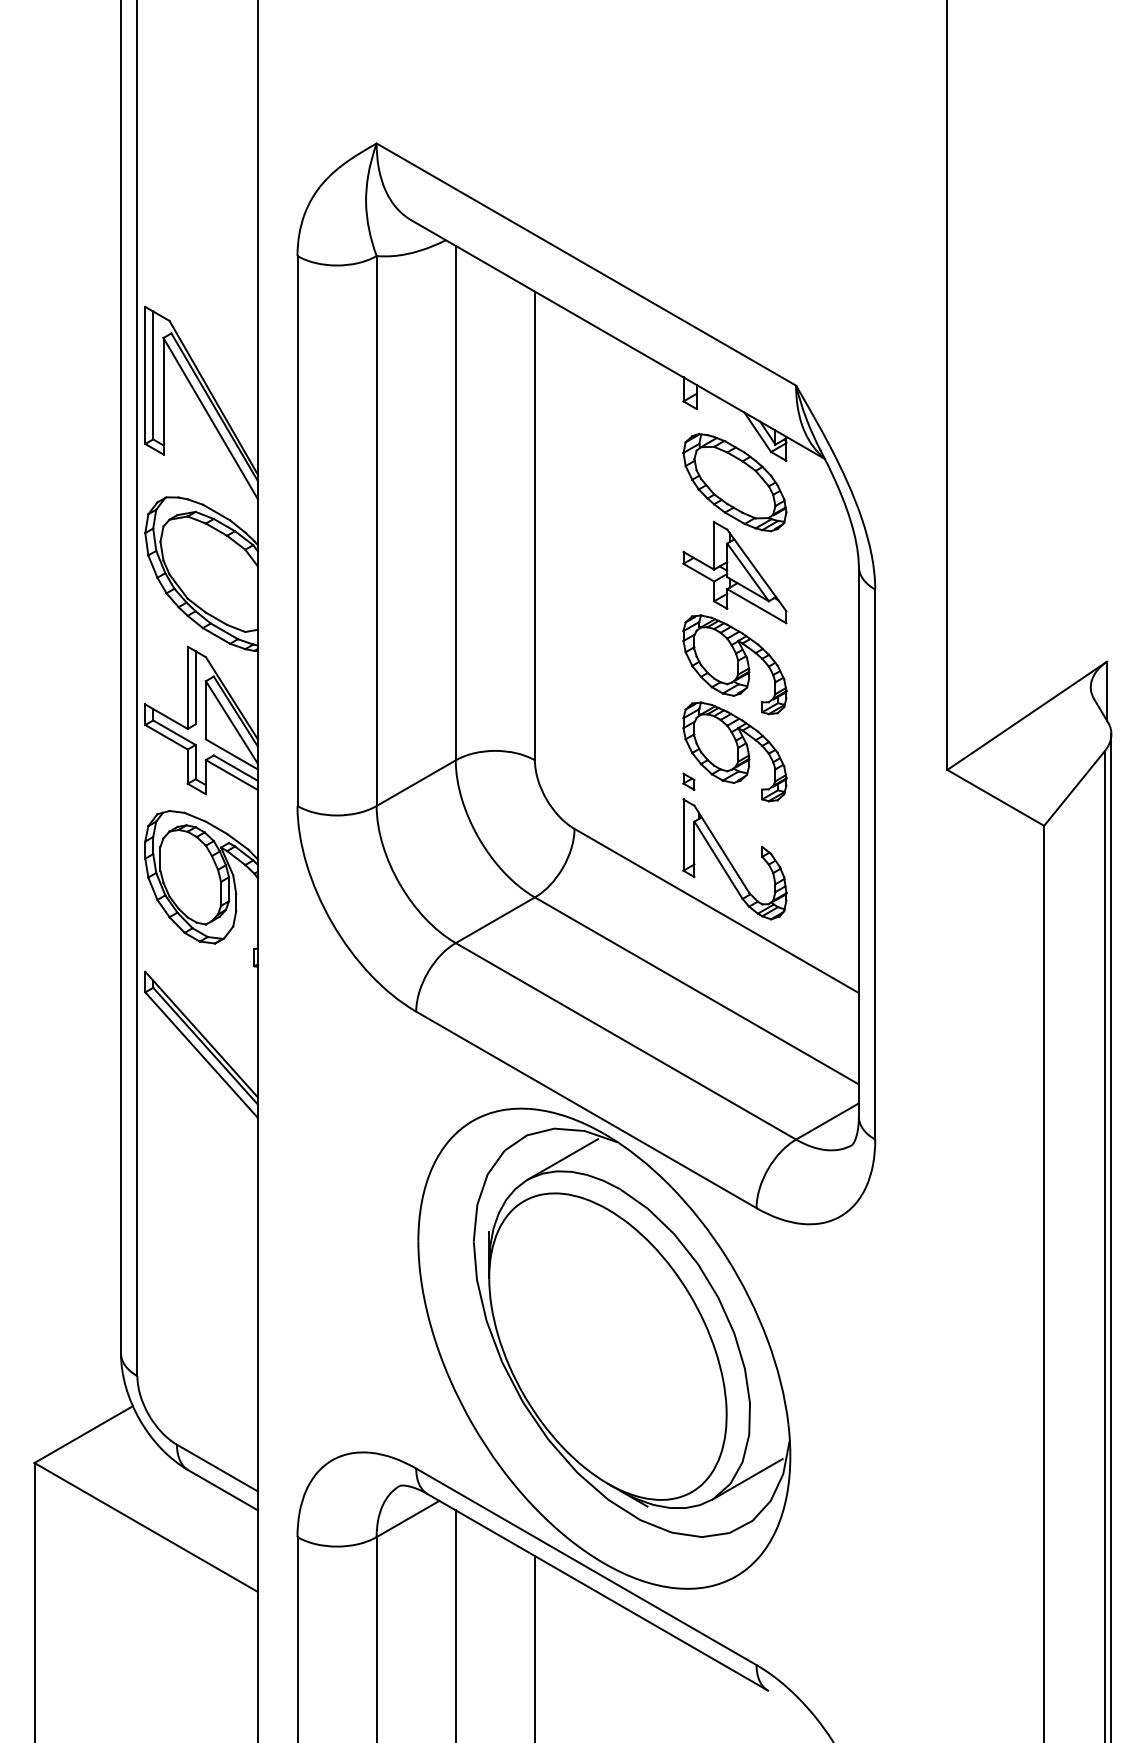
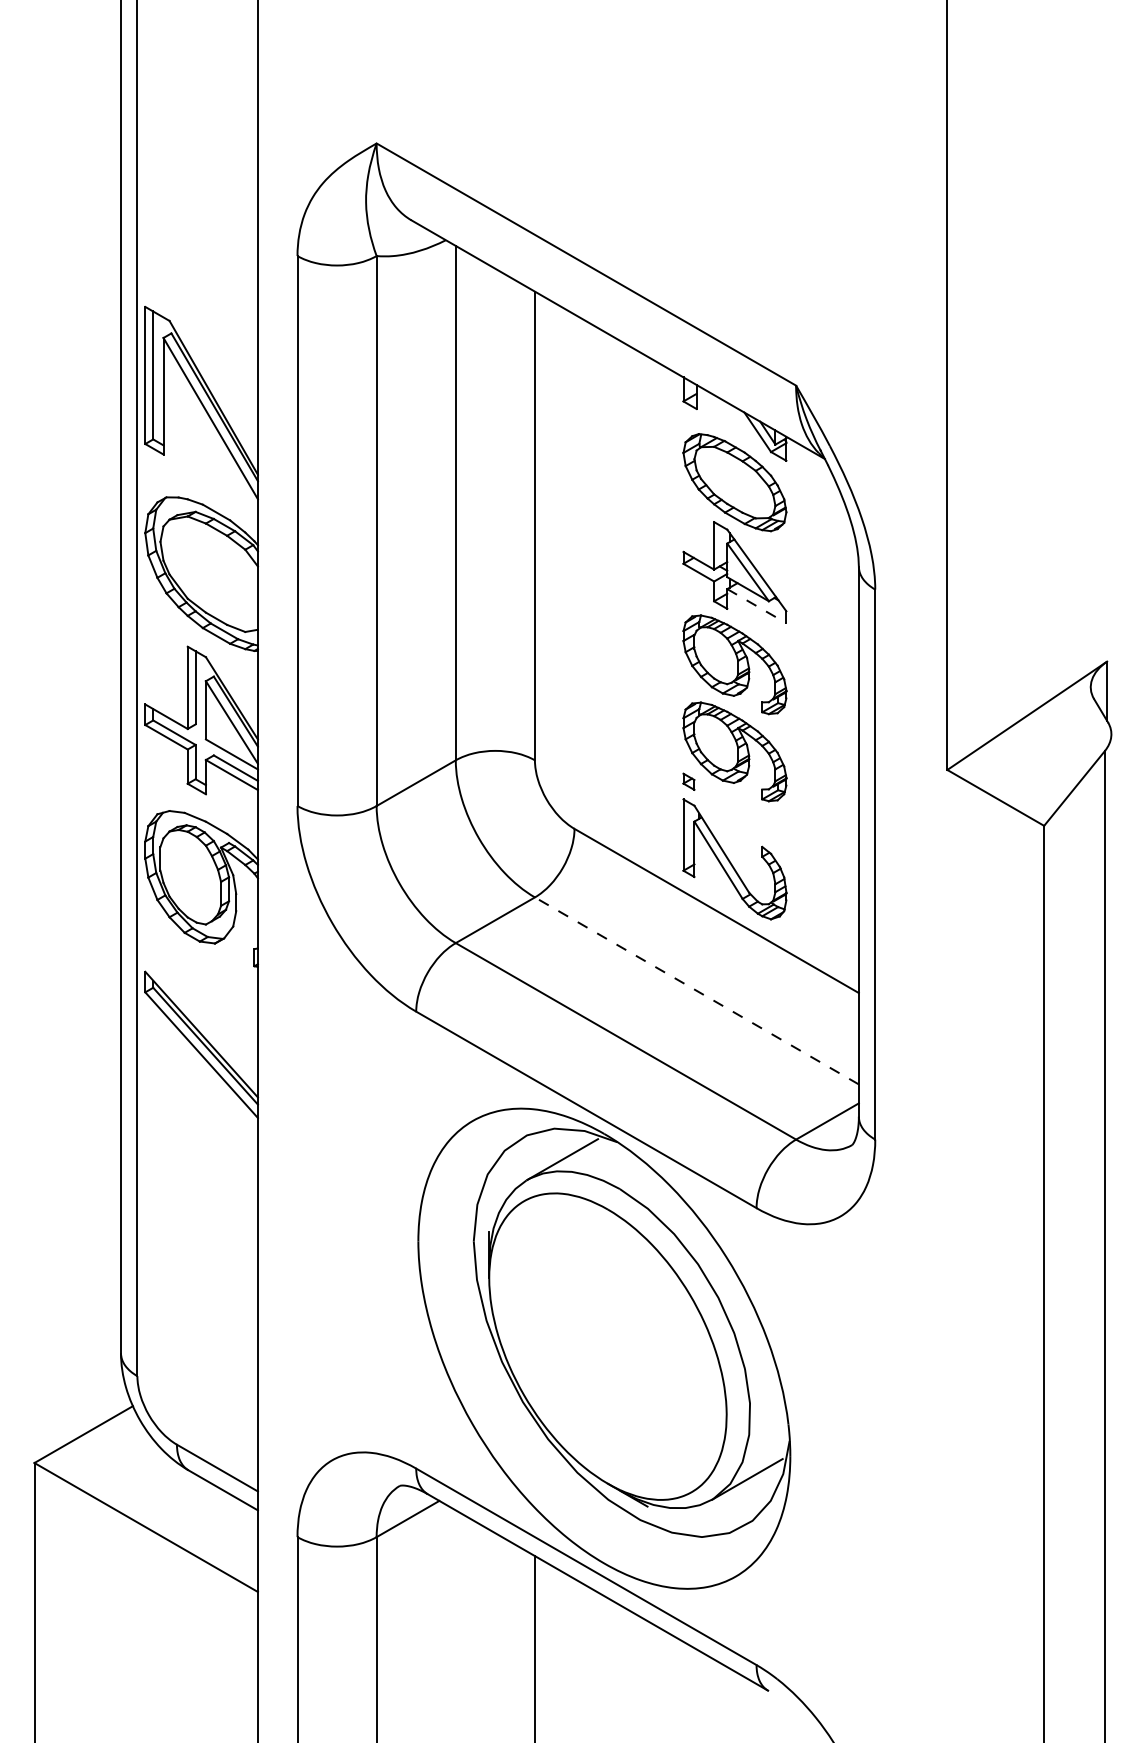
line at (757, 606): solid -> dashed
line at (696, 990): solid -> dashed
line at (1111, 1236): present -> none
line at (455, 1624): present -> none
